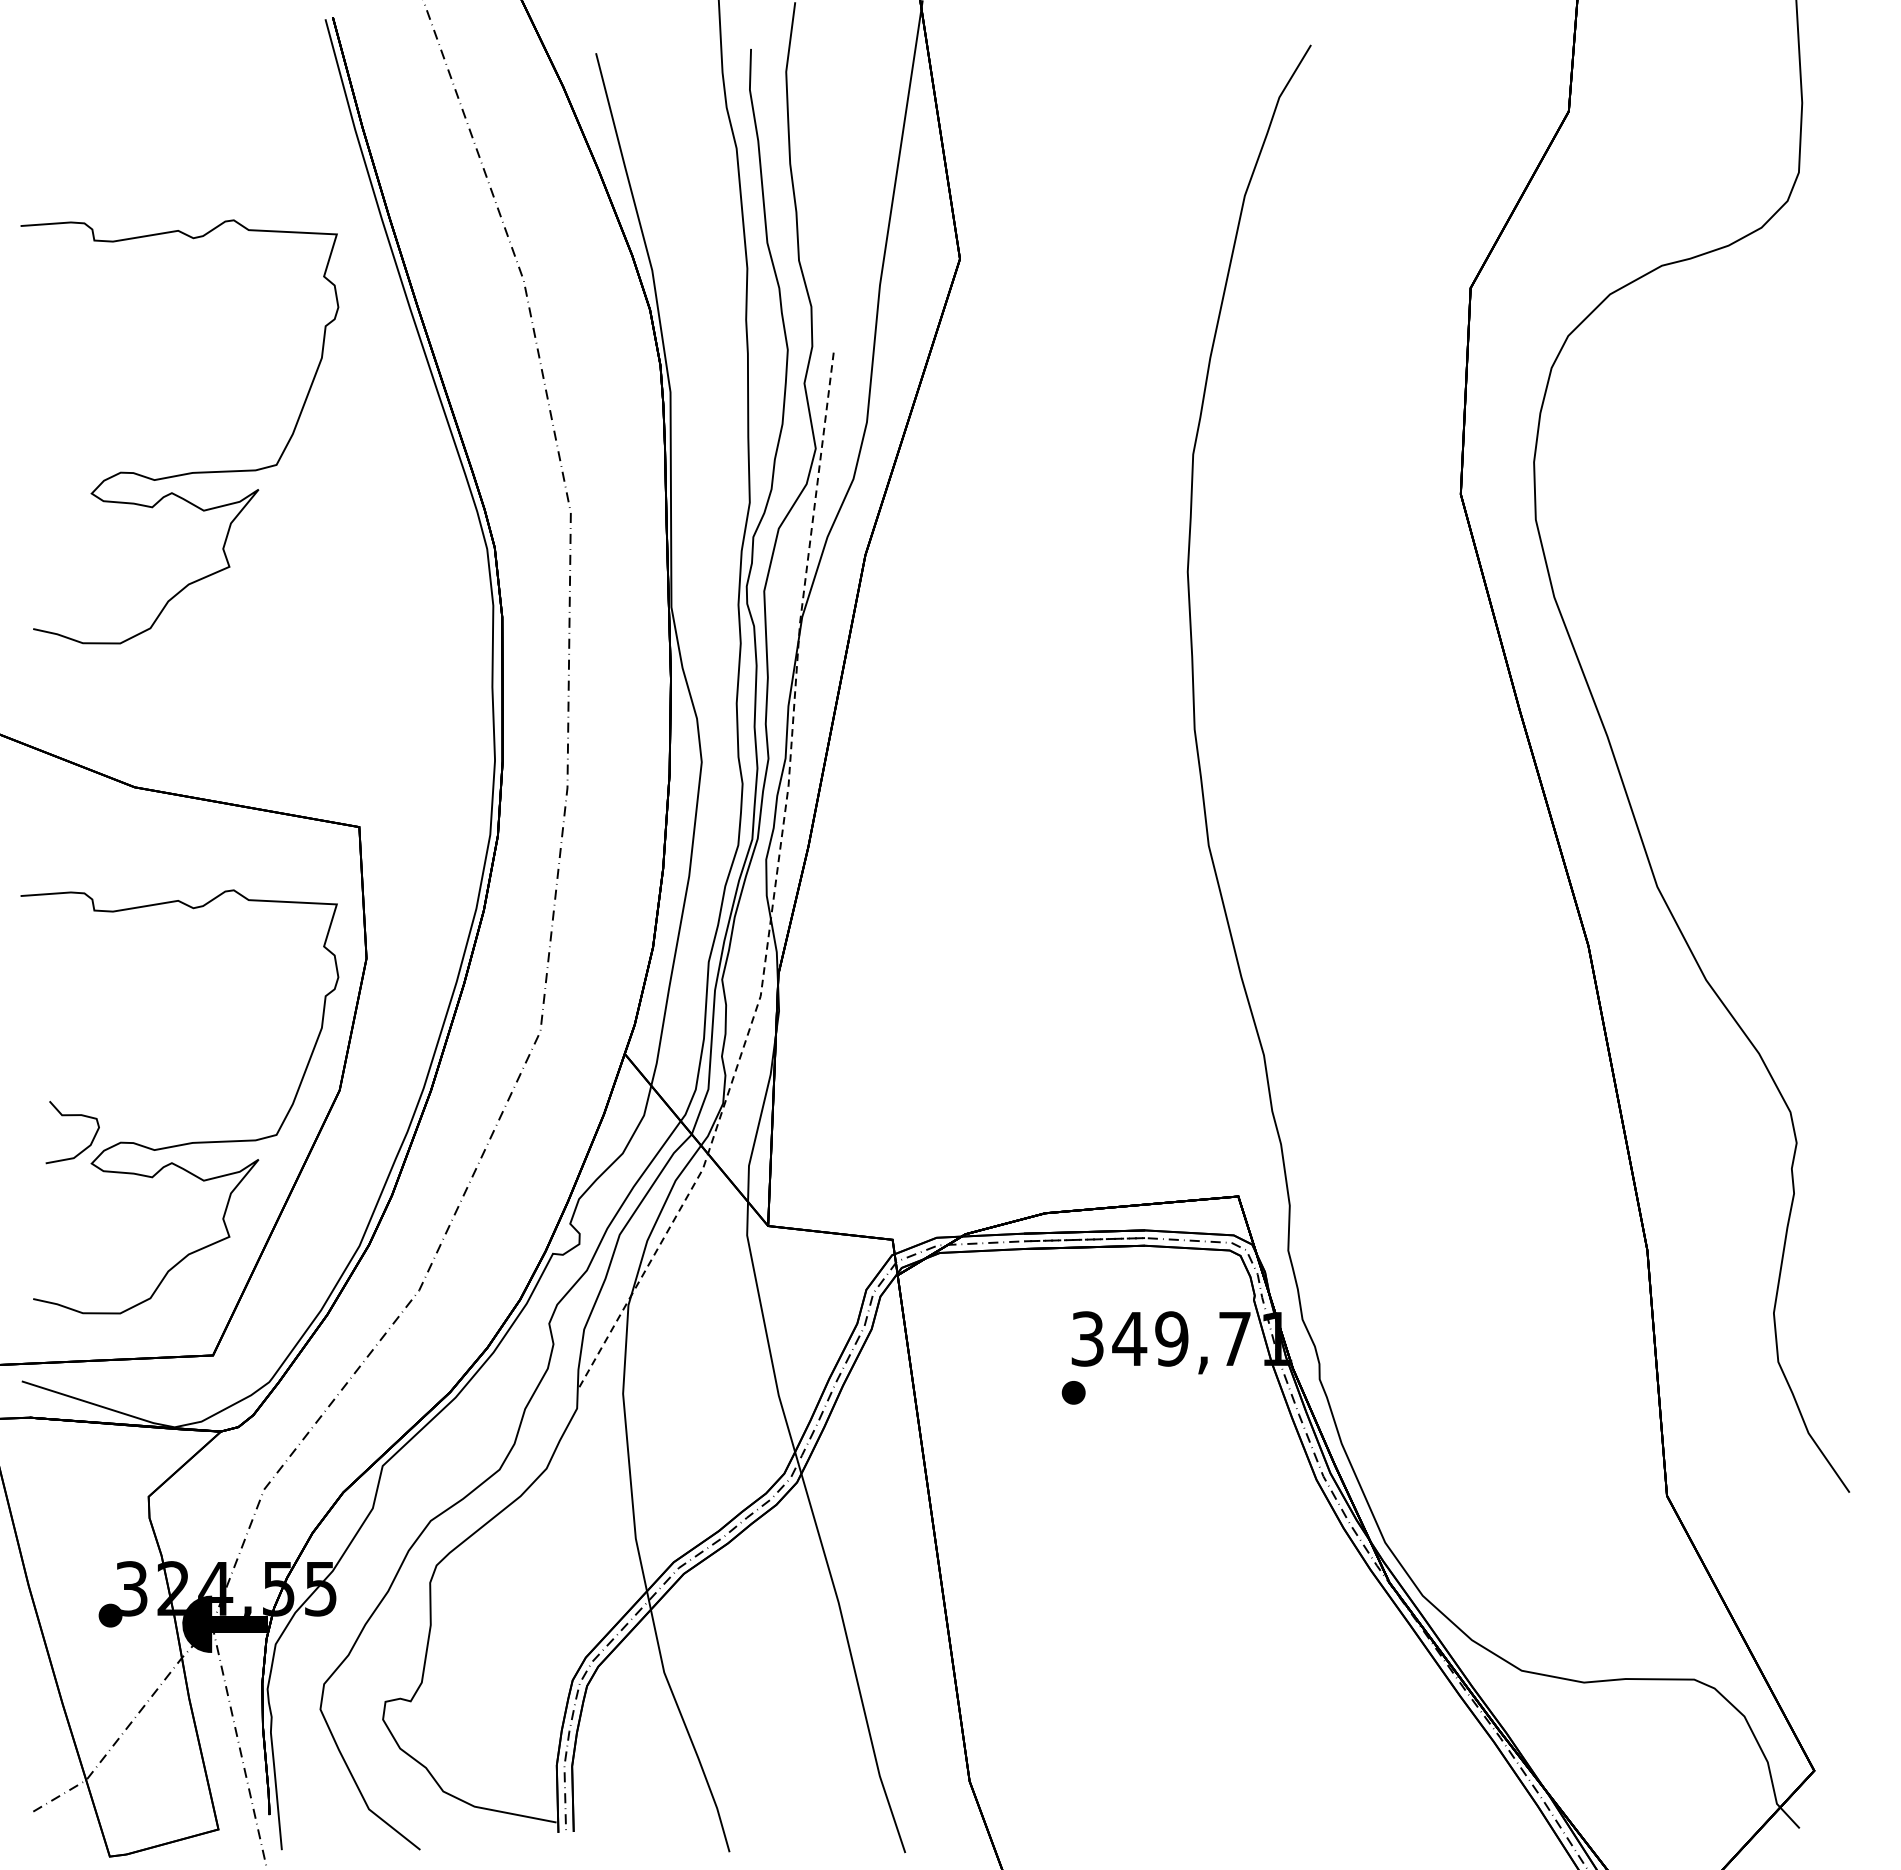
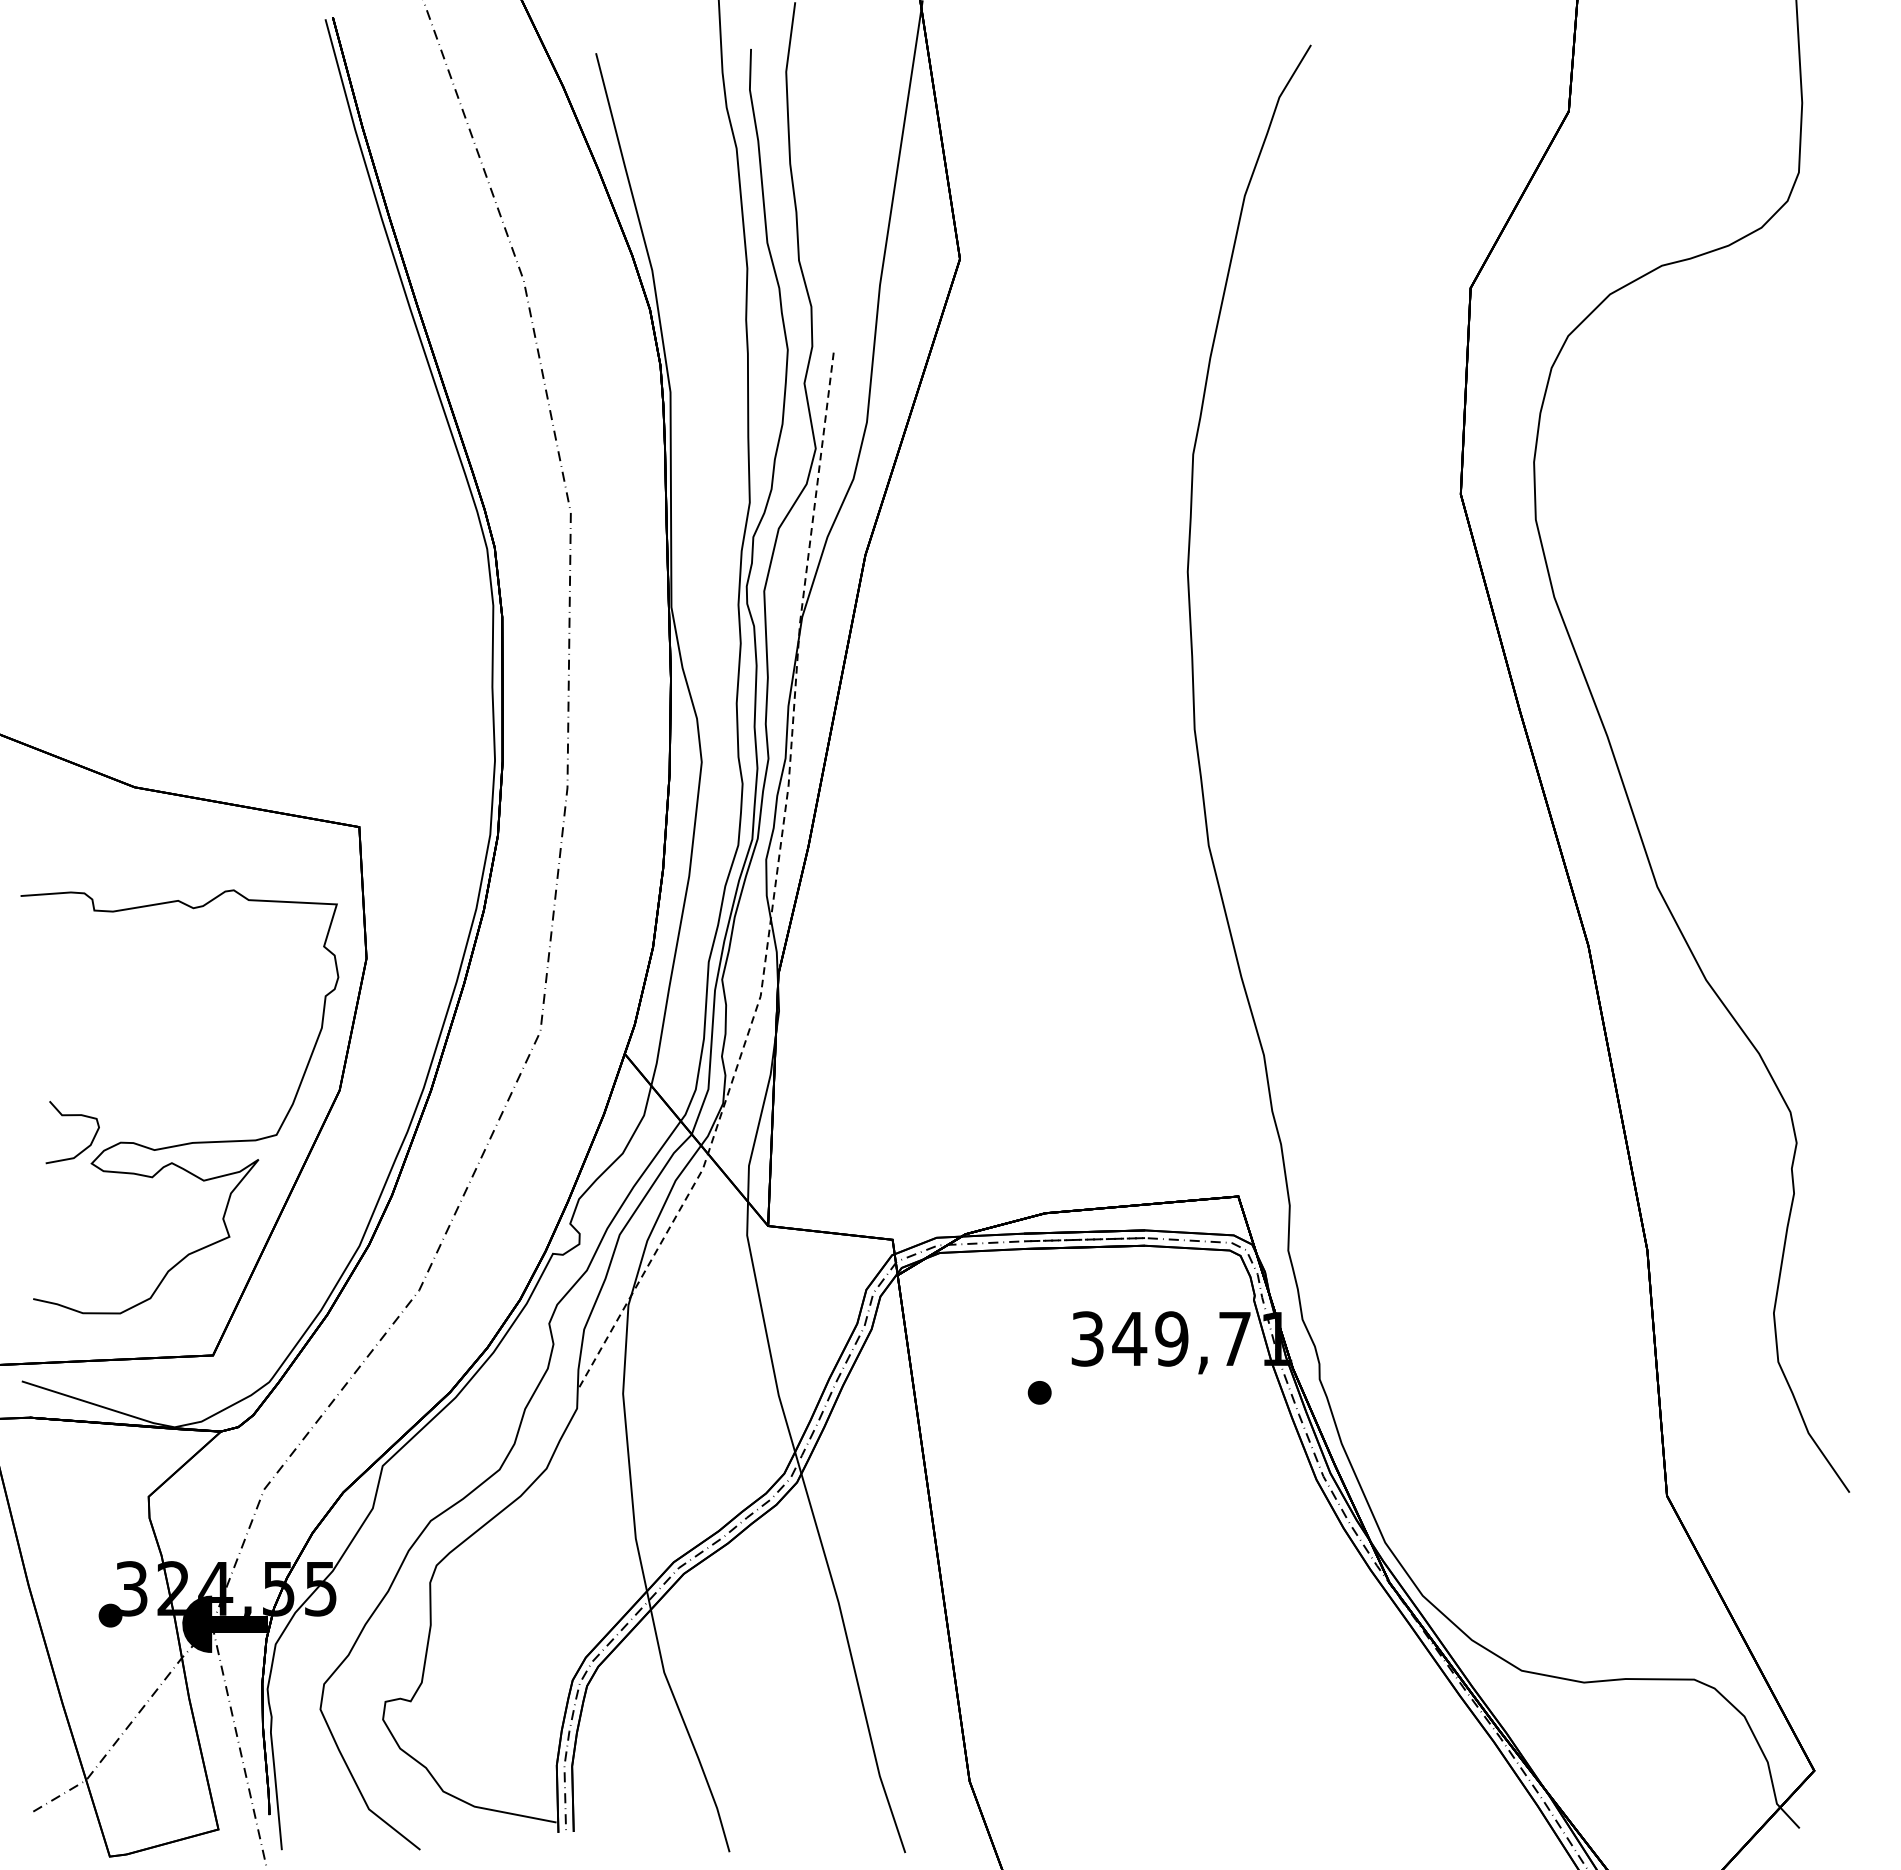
curve at (188, 472): present -> none
part at (1073, 1392) position: (1073, 1392) -> (1039, 1392)
